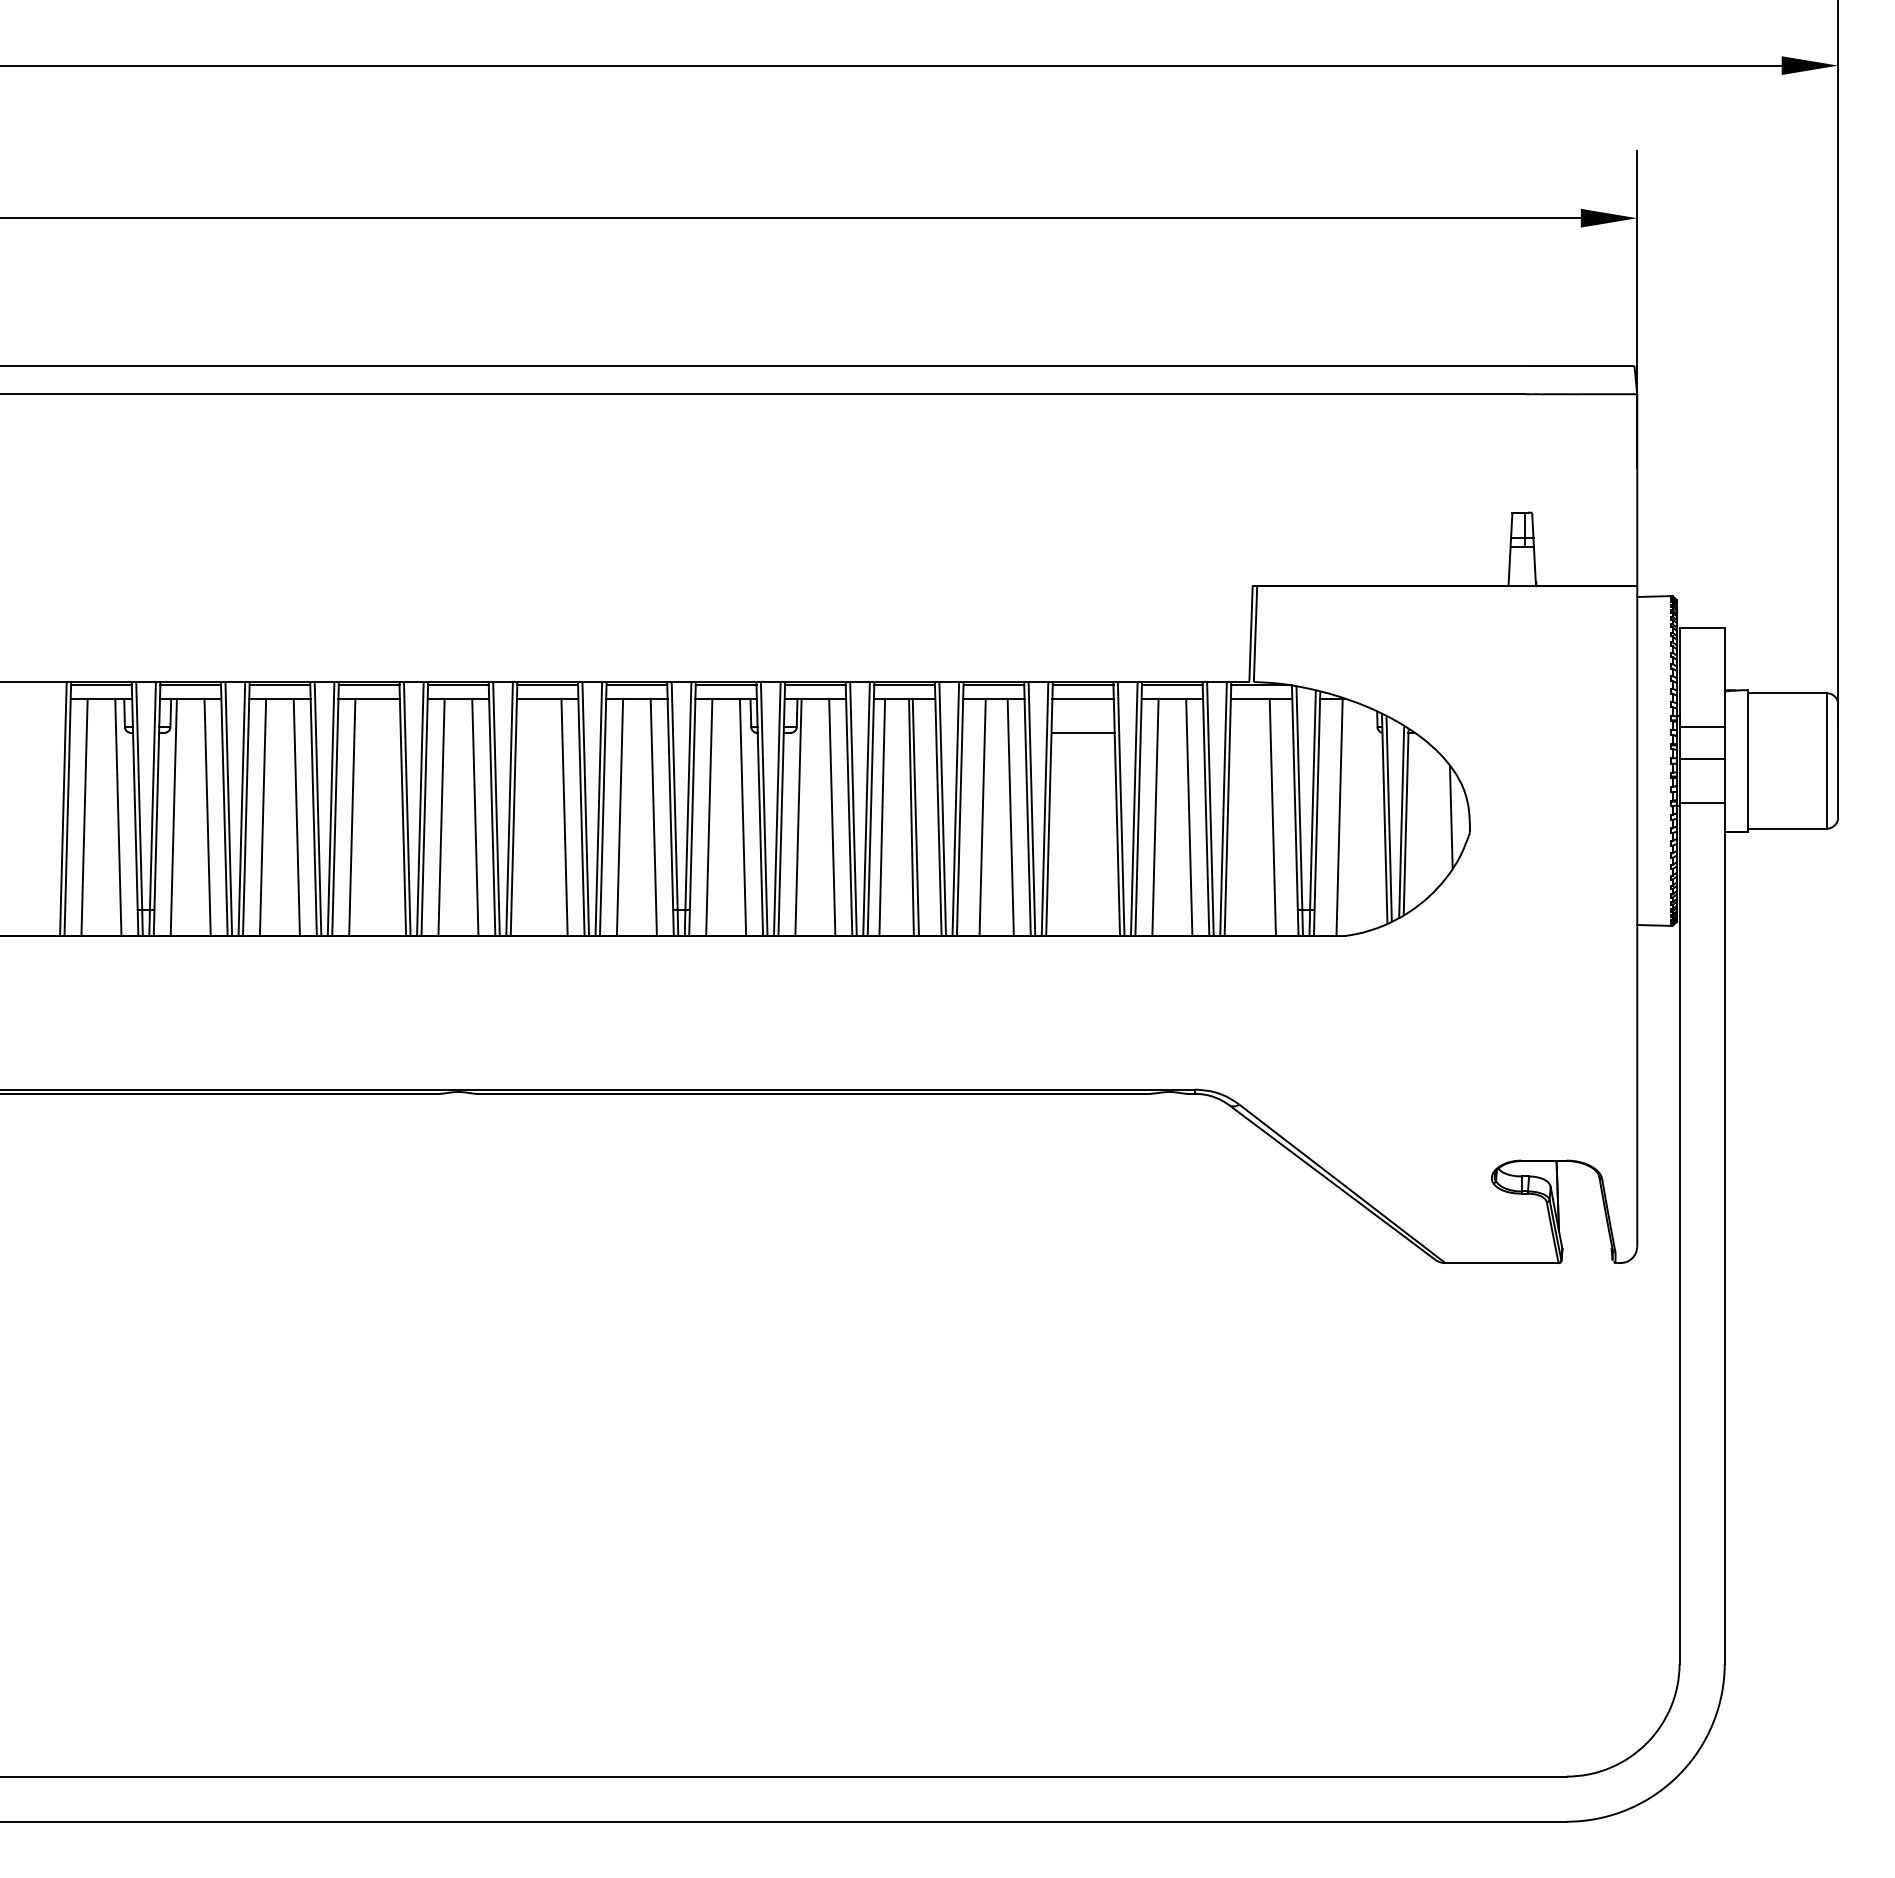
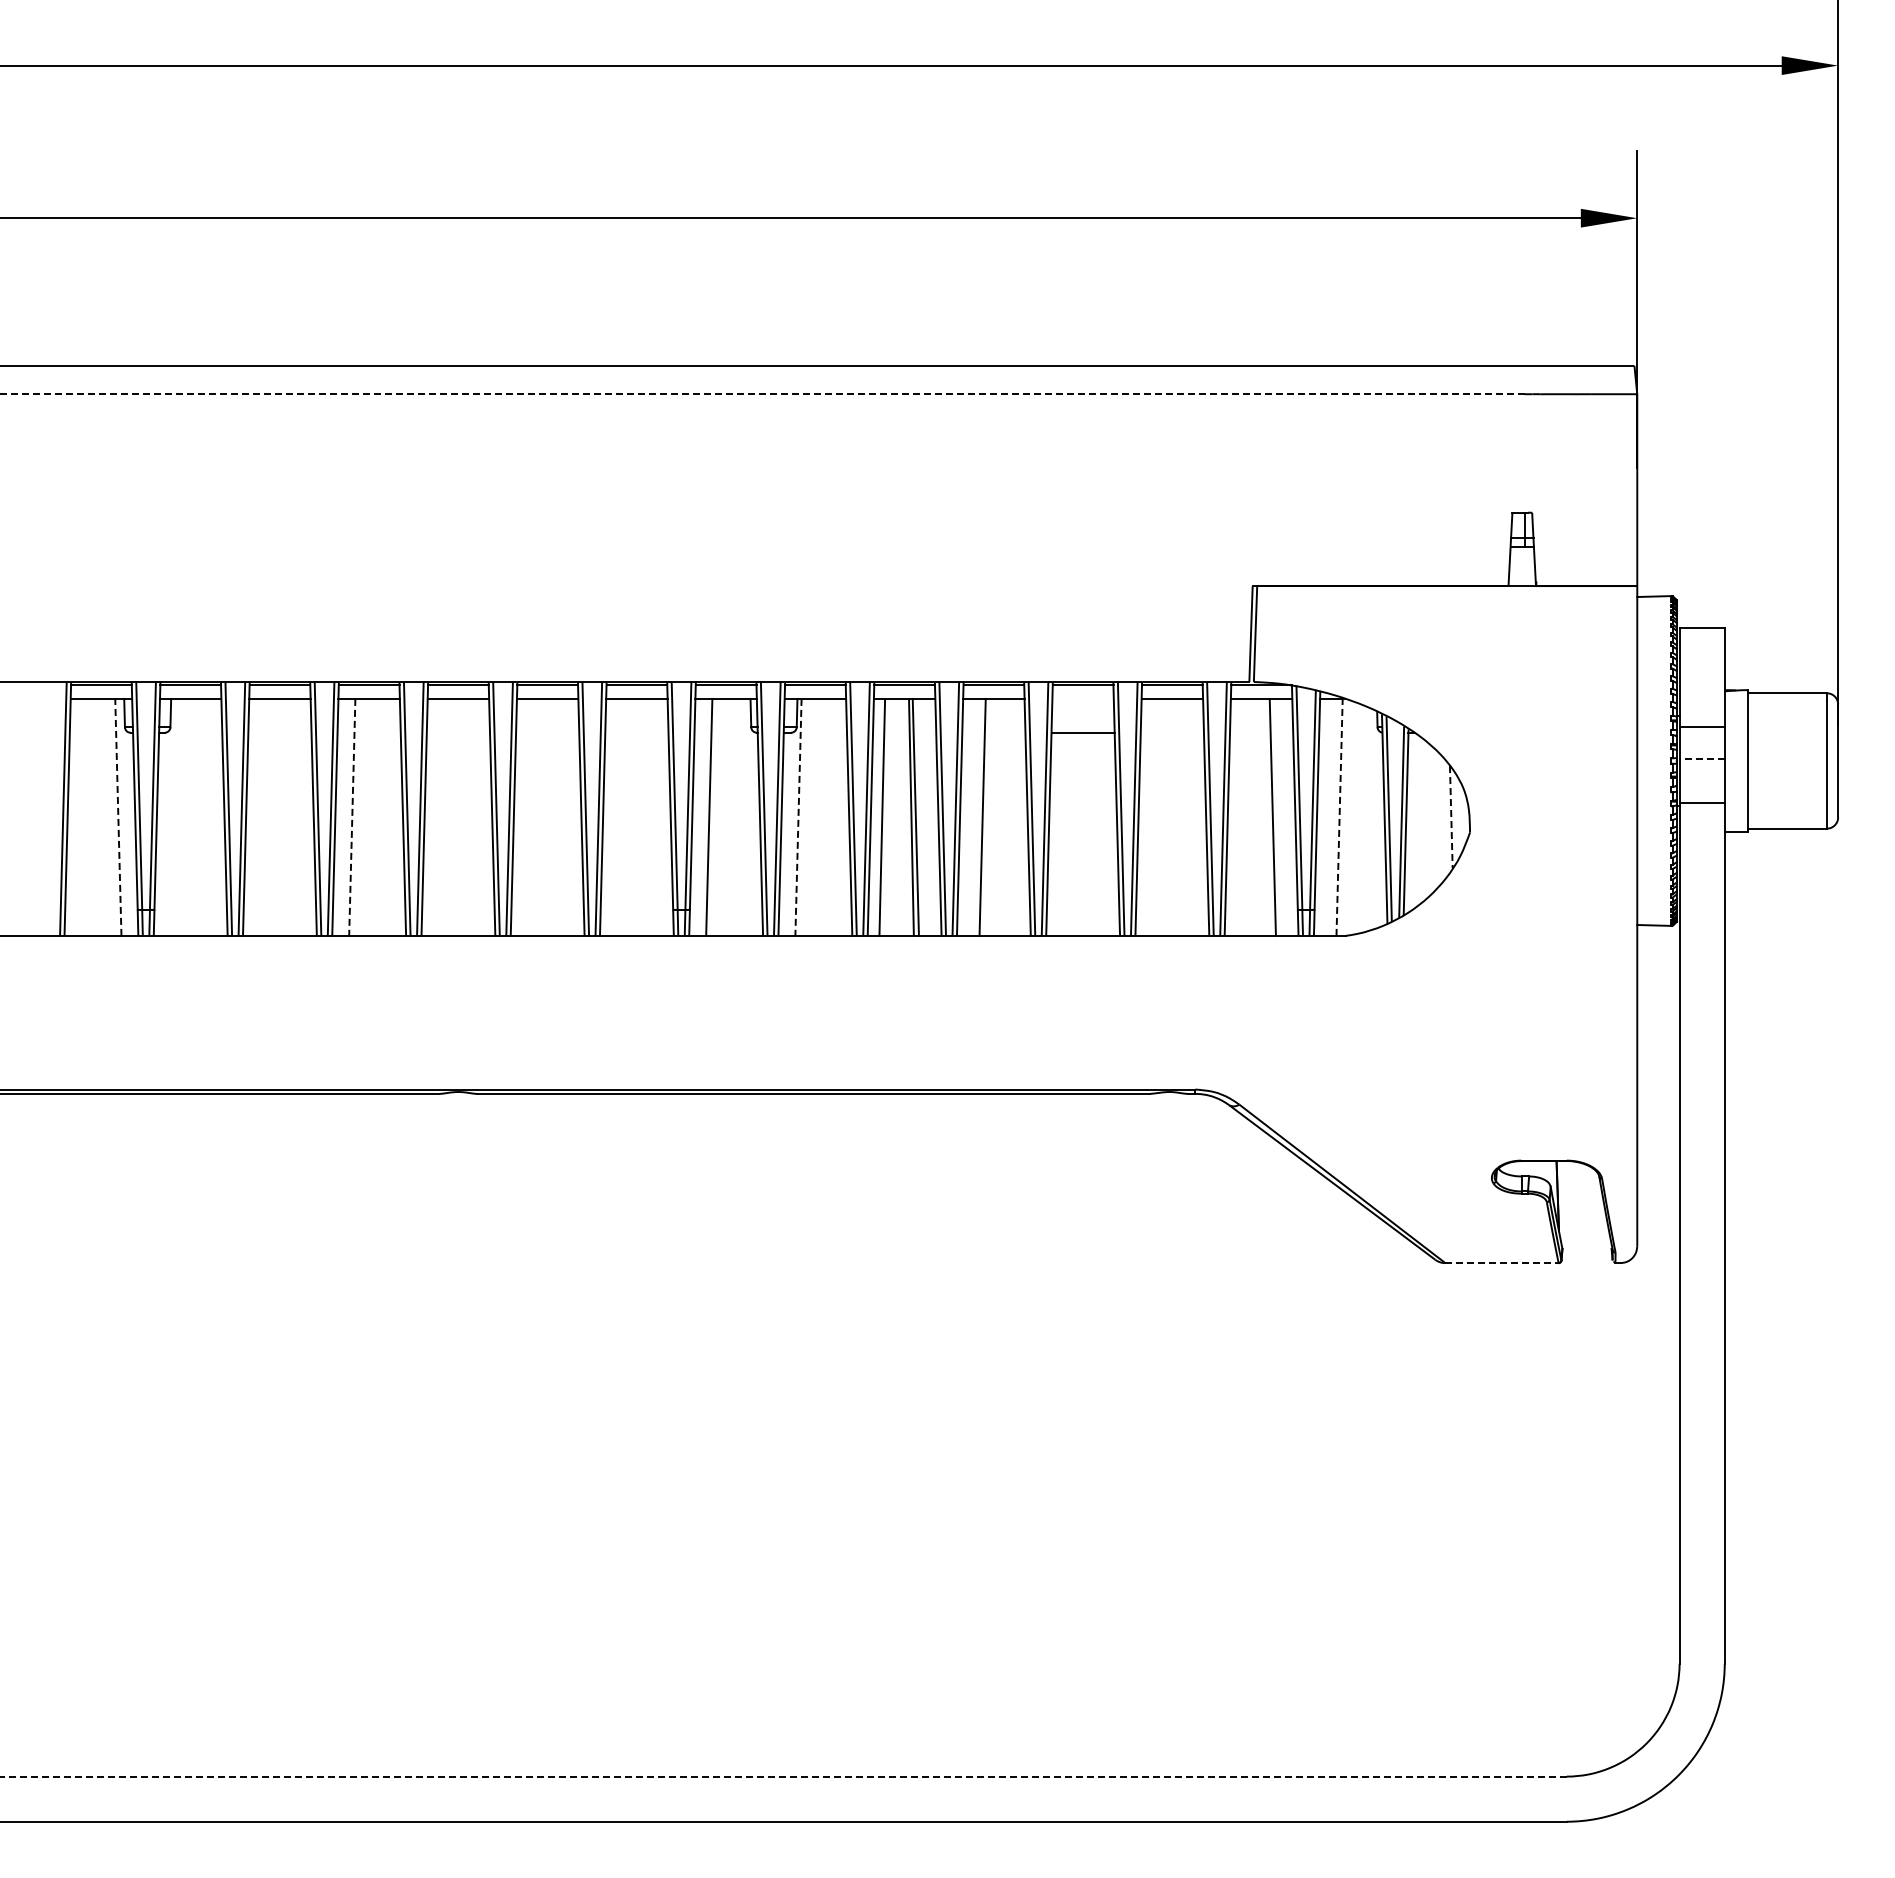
line at (762, 394): solid -> dashed
line at (1082, 698): present -> none
line at (1702, 758): solid -> dashed
line at (84, 816): present -> none
line at (173, 816): present -> none
line at (207, 816): present -> none
line at (262, 816): present -> none
line at (296, 816): present -> none
line at (441, 816): present -> none
line at (475, 816): present -> none
line at (564, 816): present -> none
line at (619, 816): present -> none
line at (653, 816): present -> none
line at (742, 816): present -> none
line at (832, 816): present -> none
line at (1010, 816): present -> none
line at (1155, 816): present -> none
line at (1189, 816): present -> none
line at (118, 817): solid -> dashed
line at (352, 817): solid -> dashed
line at (798, 817): solid -> dashed
line at (1339, 817): solid -> dashed
line at (1451, 817): solid -> dashed
line at (1502, 1263): solid -> dashed
line at (783, 1776): solid -> dashed
